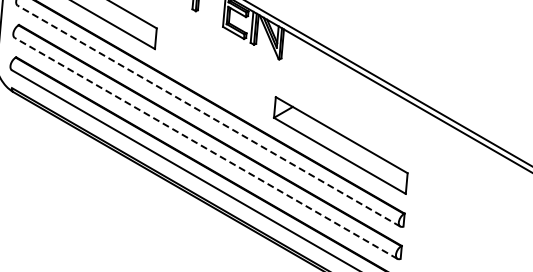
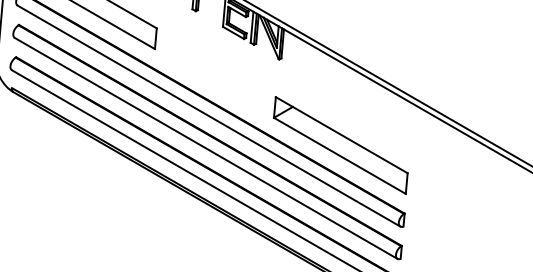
line at (209, 116): dashed -> solid
line at (206, 148): dashed -> solid
